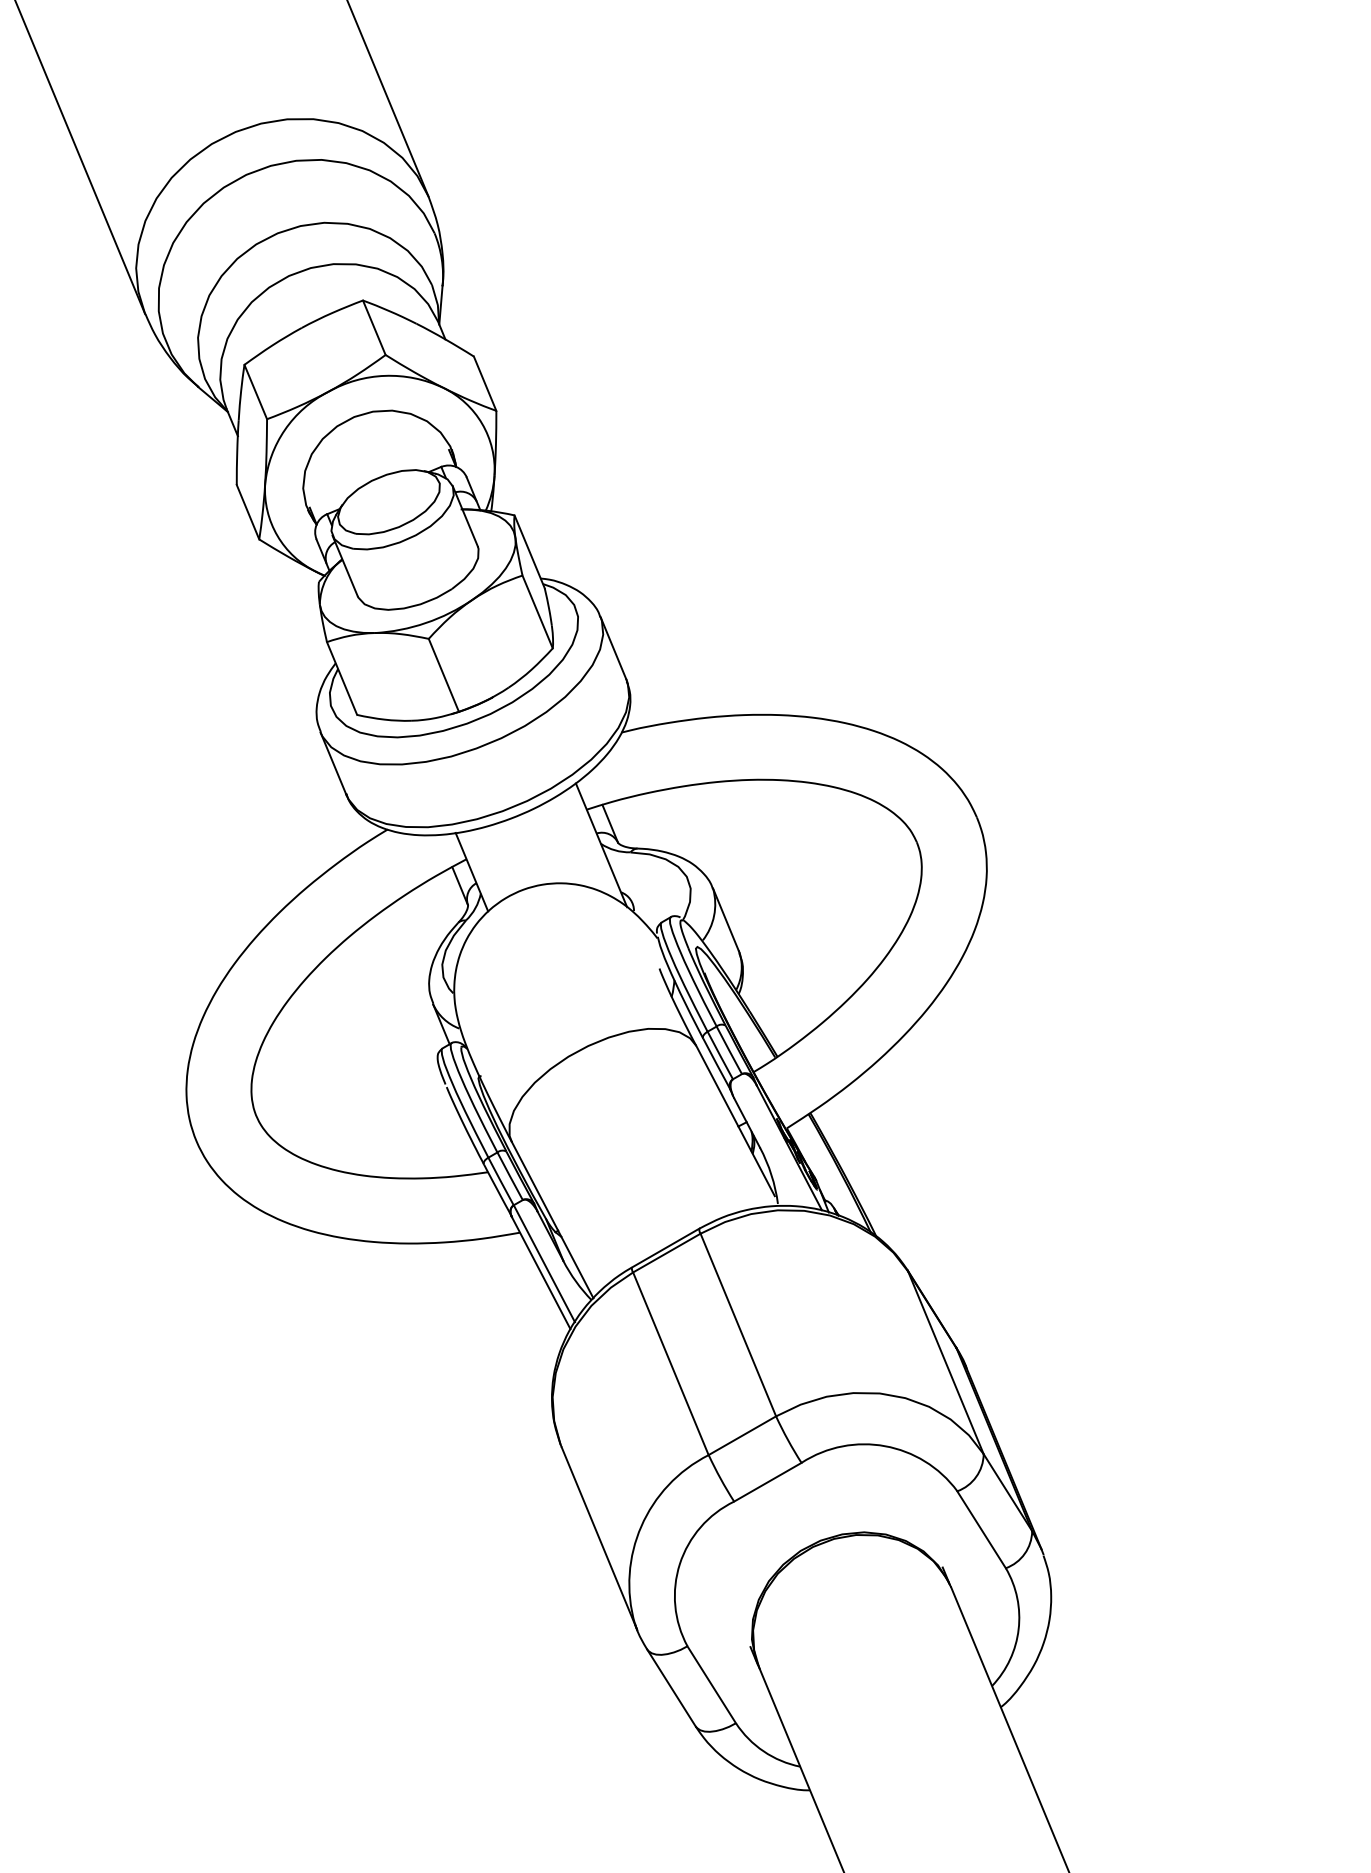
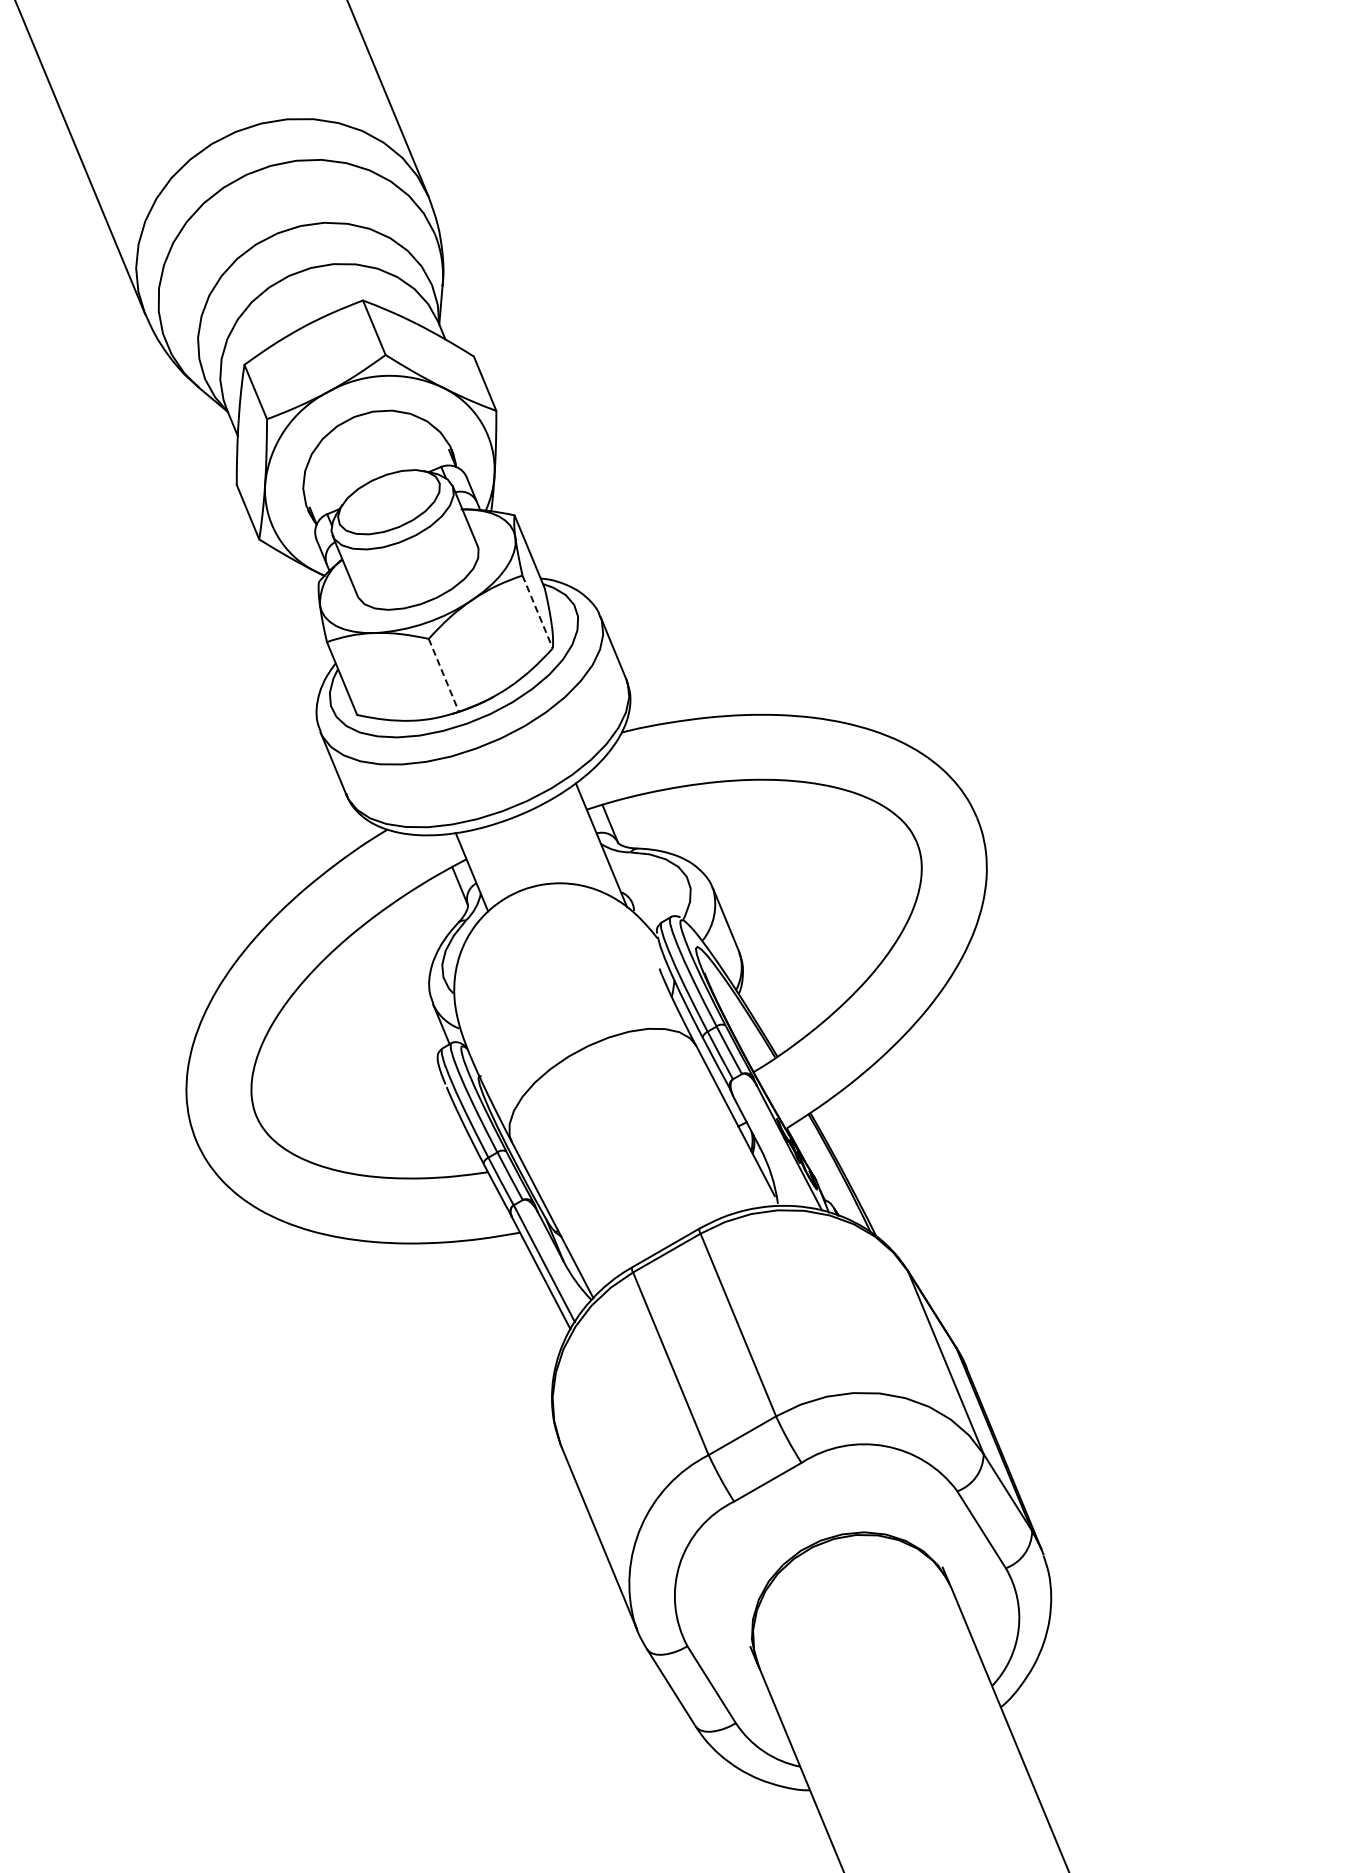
line at (537, 612): solid -> dashed
line at (444, 675): solid -> dashed
